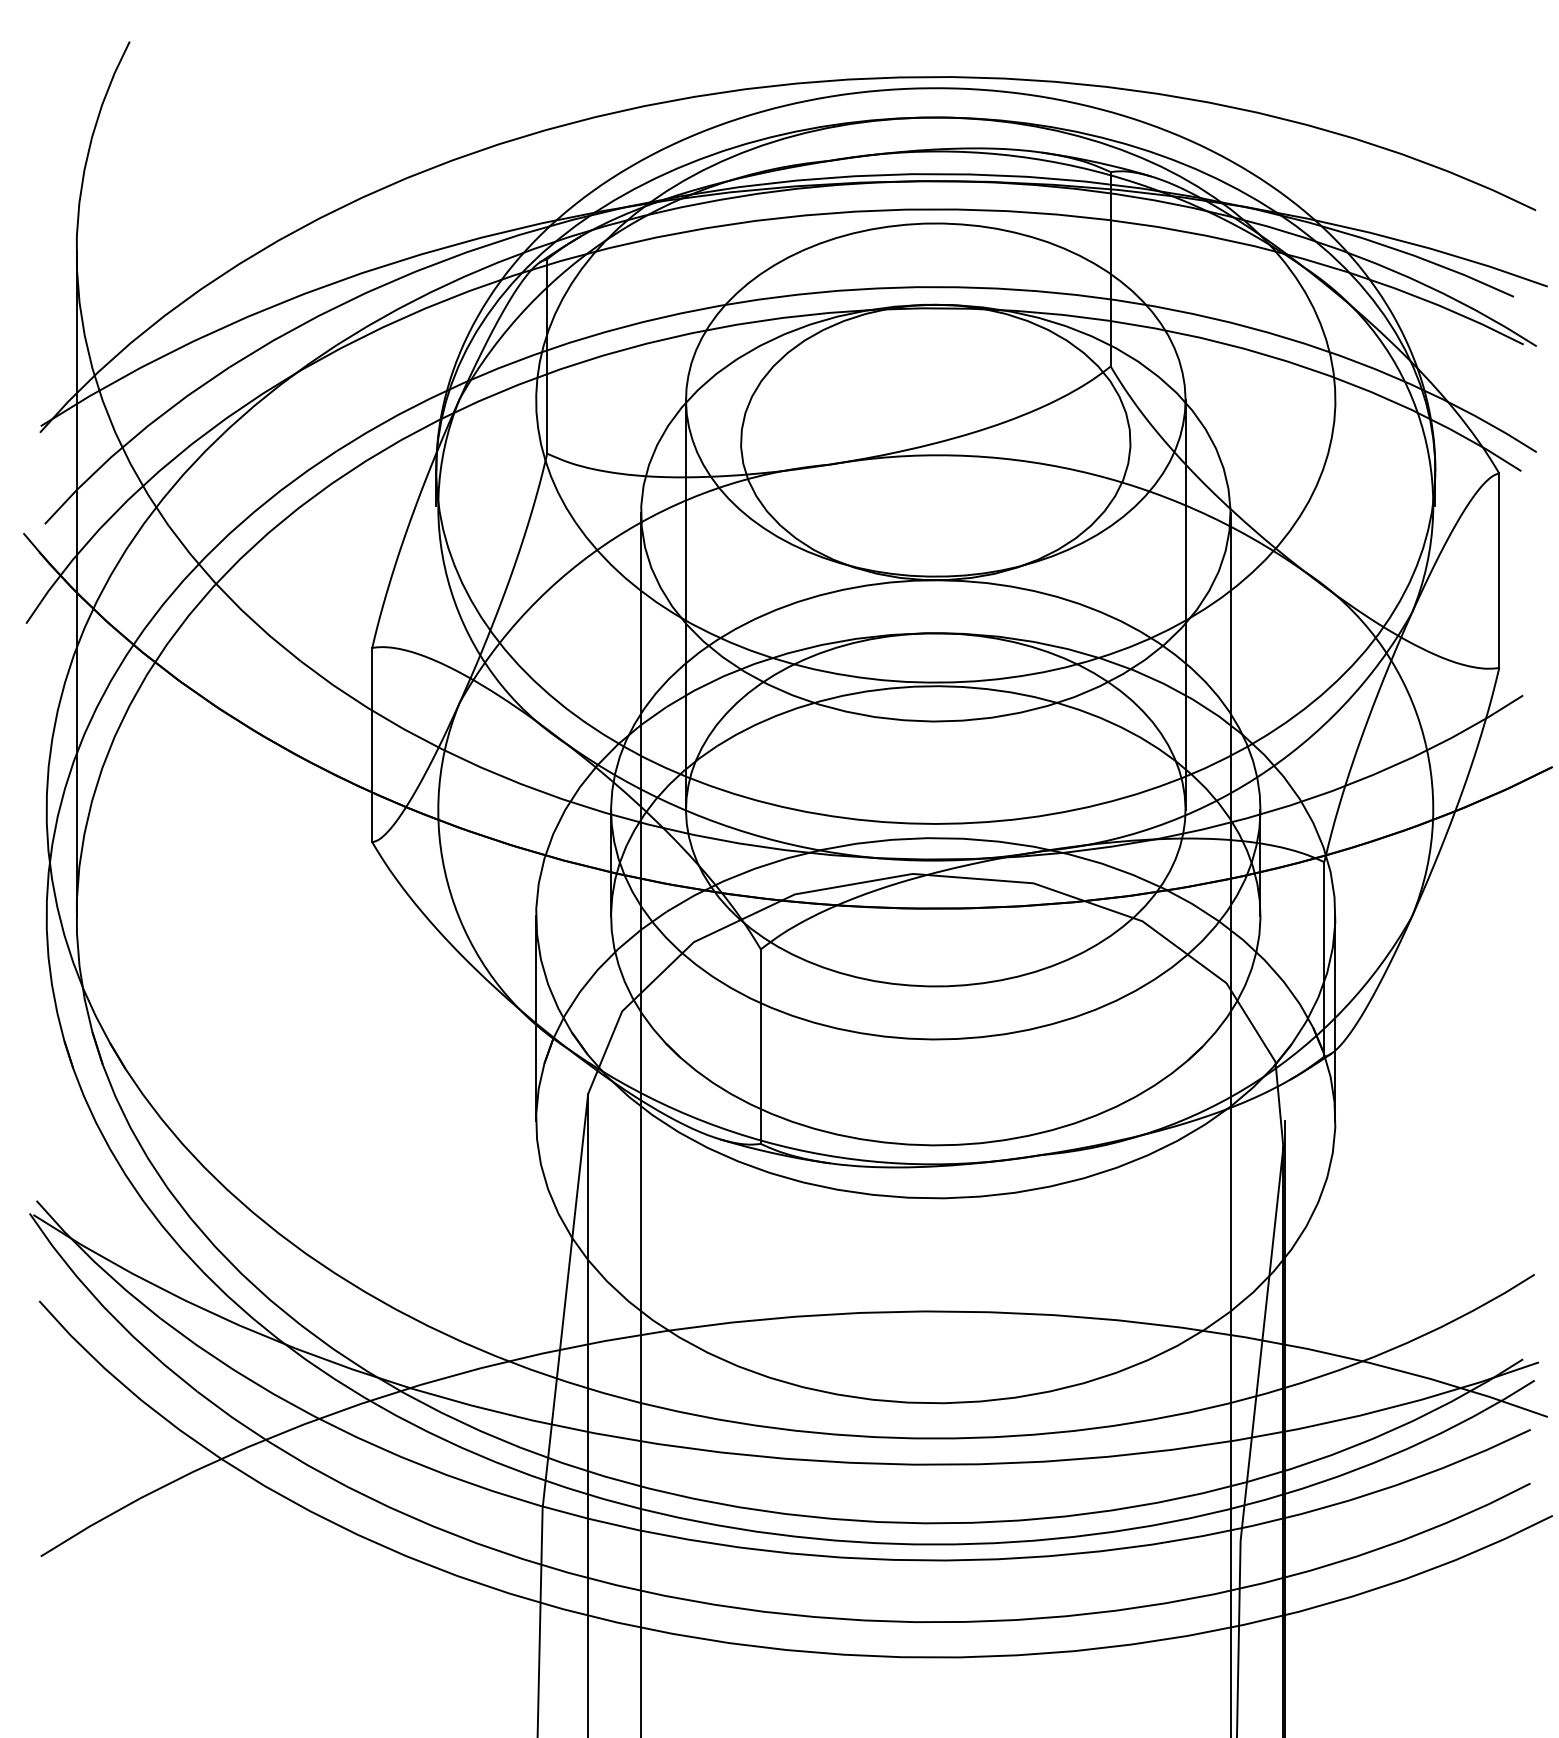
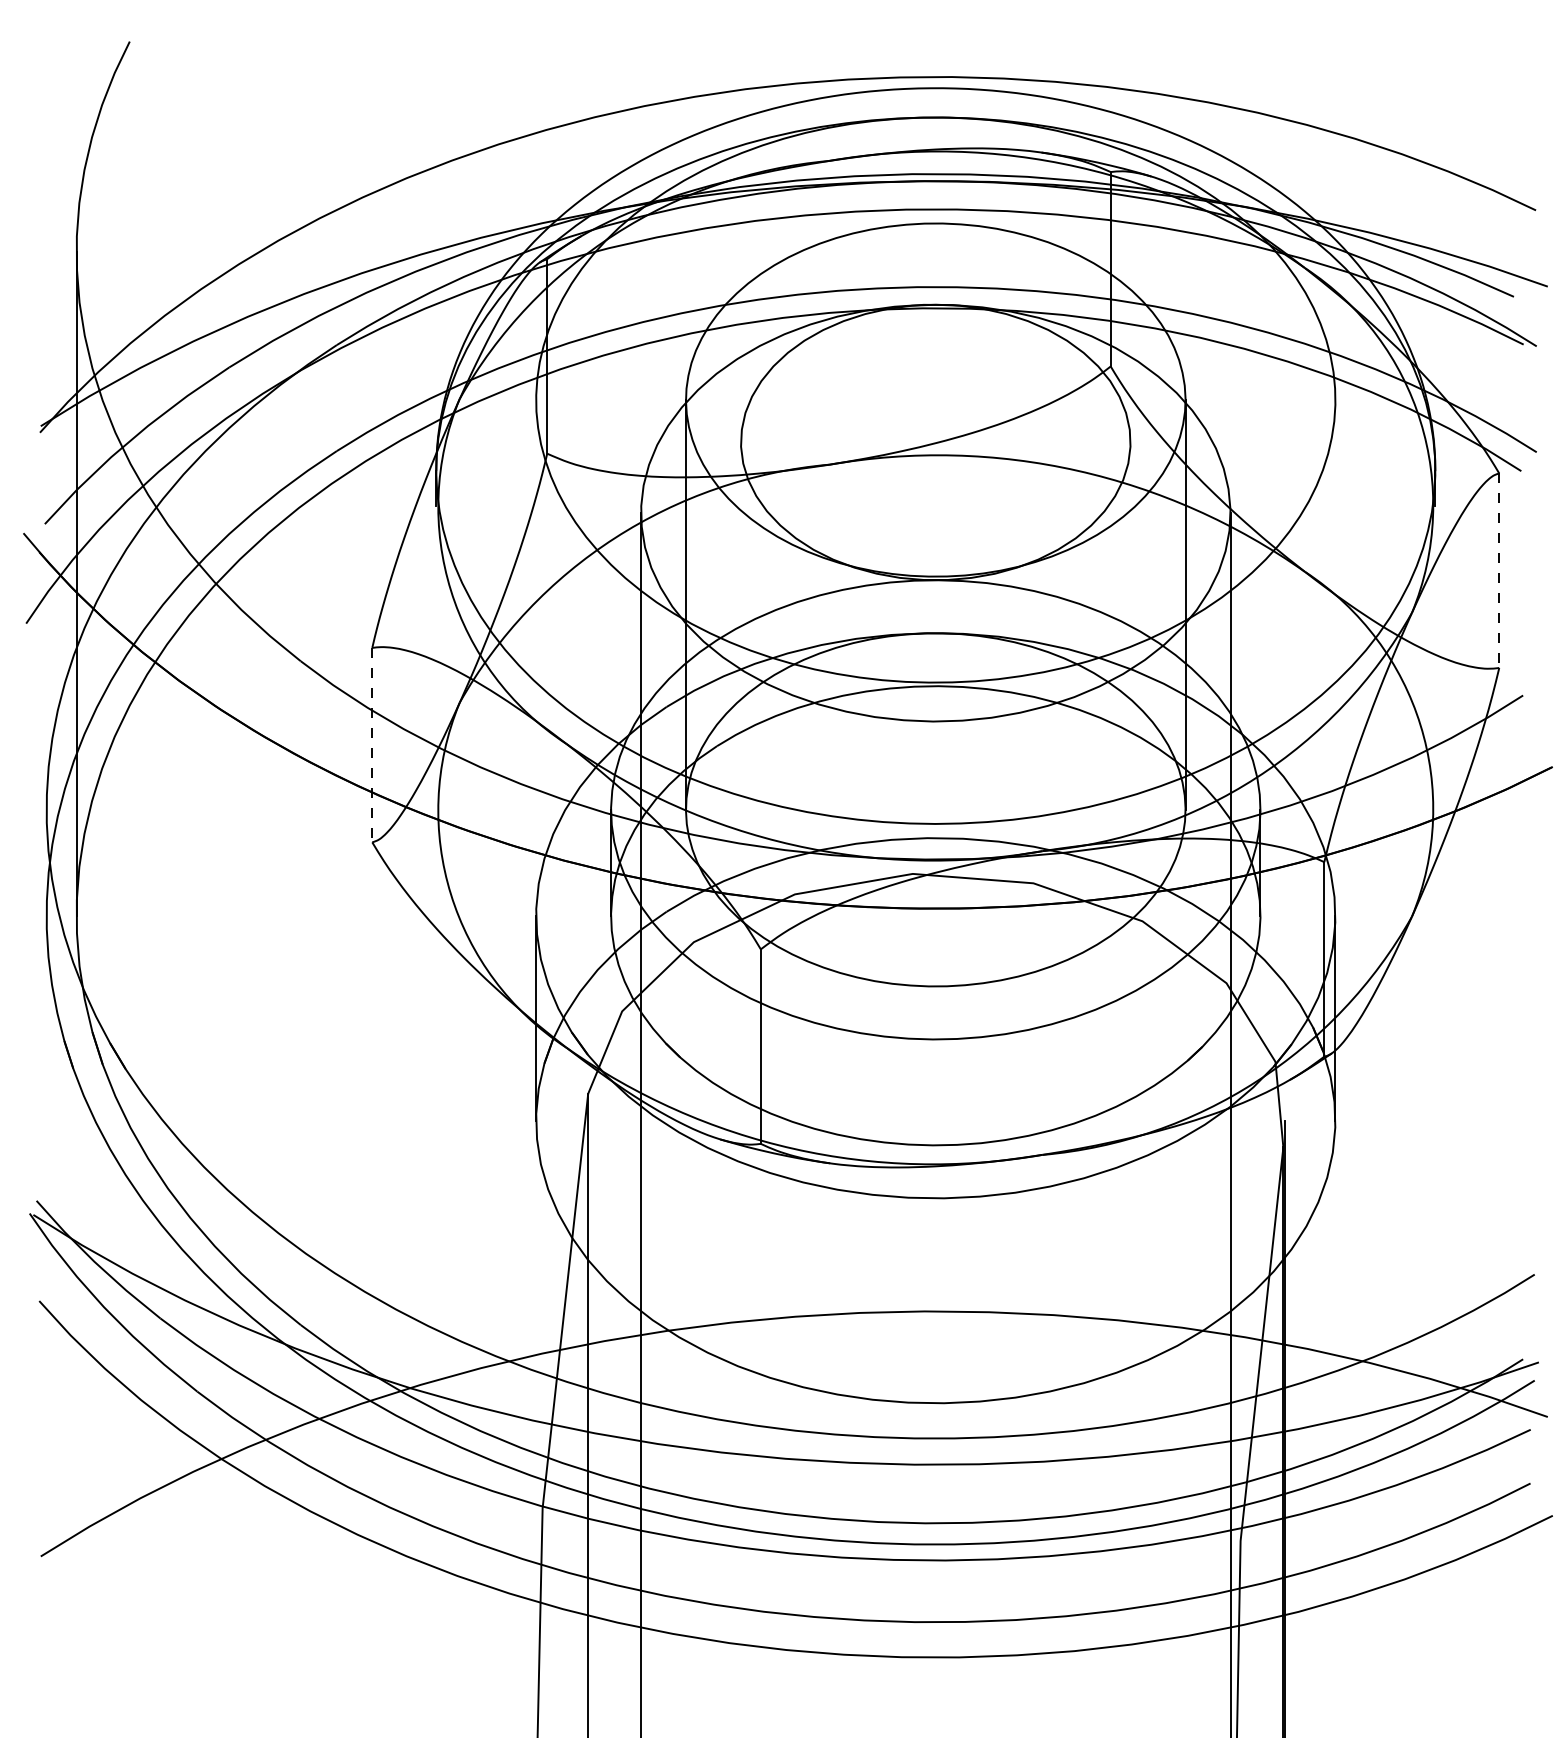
line at (1499, 571): solid -> dashed
line at (372, 745): solid -> dashed
